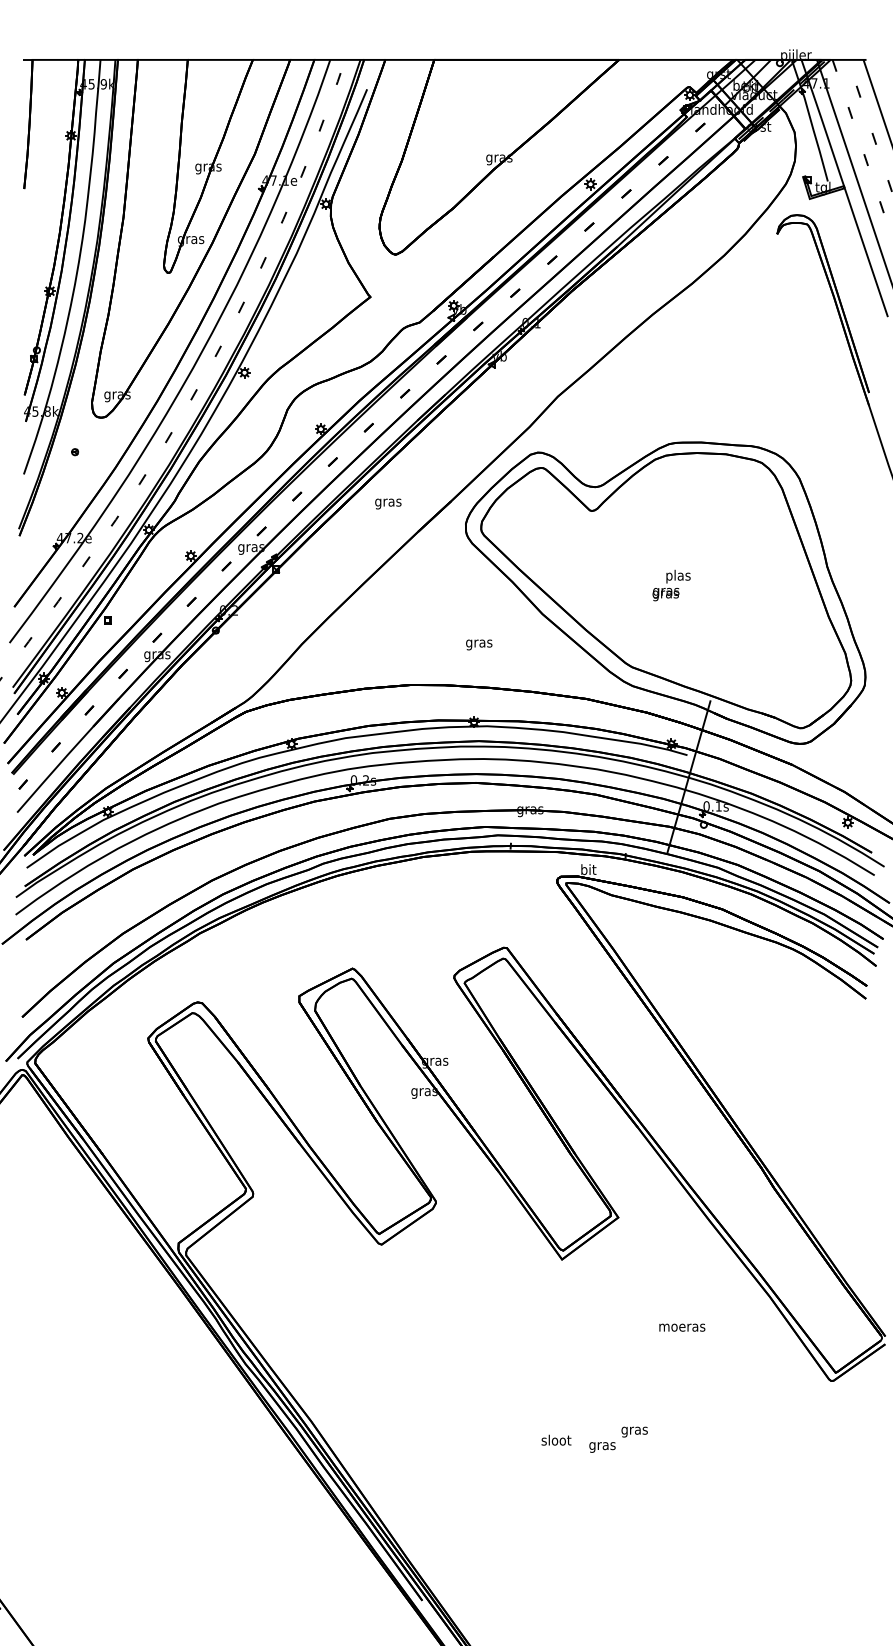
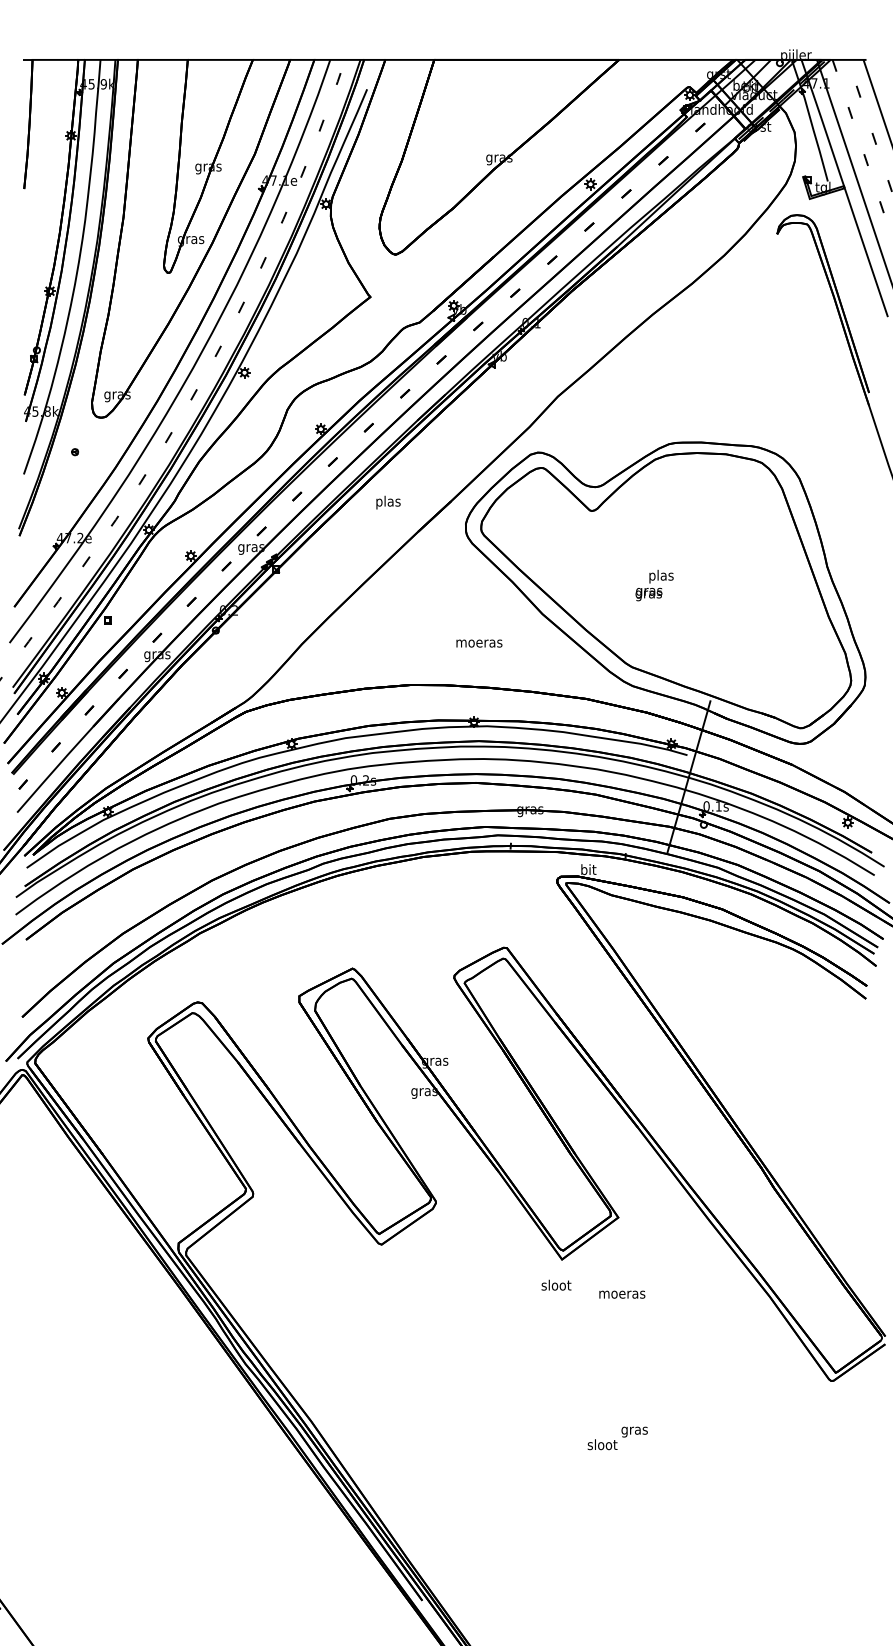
text at (388, 502): gras -> plas
text at (671, 585) position: (671, 585) -> (654, 585)
text at (479, 644): gras -> moeras
text at (682, 1327) position: (682, 1327) -> (622, 1294)
text at (556, 1439) position: (556, 1439) -> (556, 1284)
text at (602, 1445): gras -> sloot
